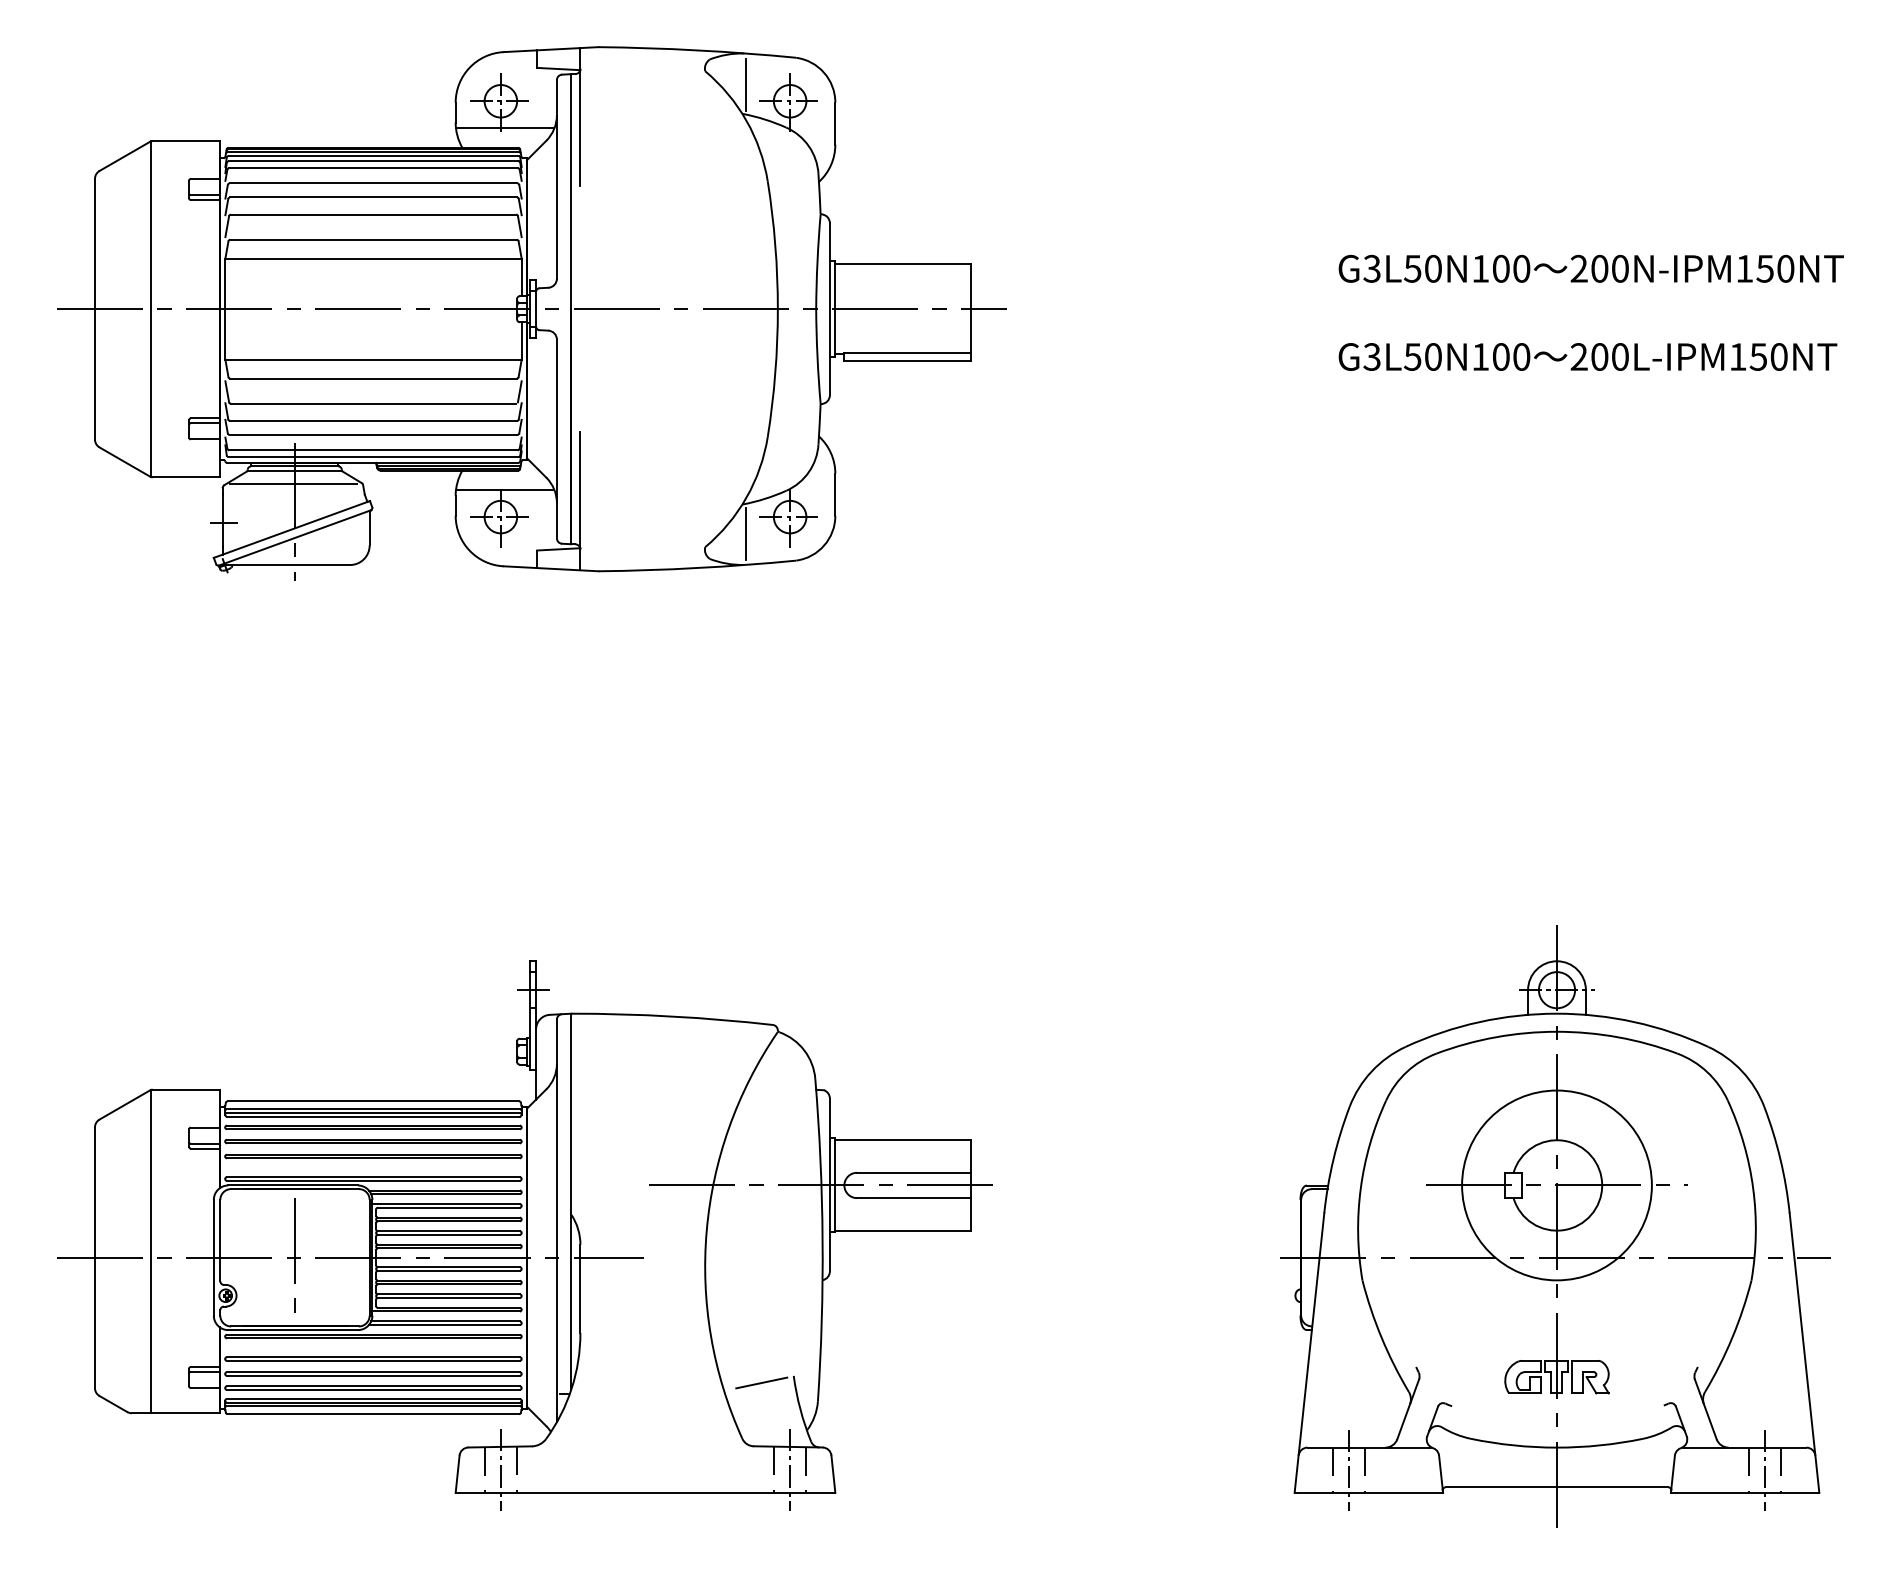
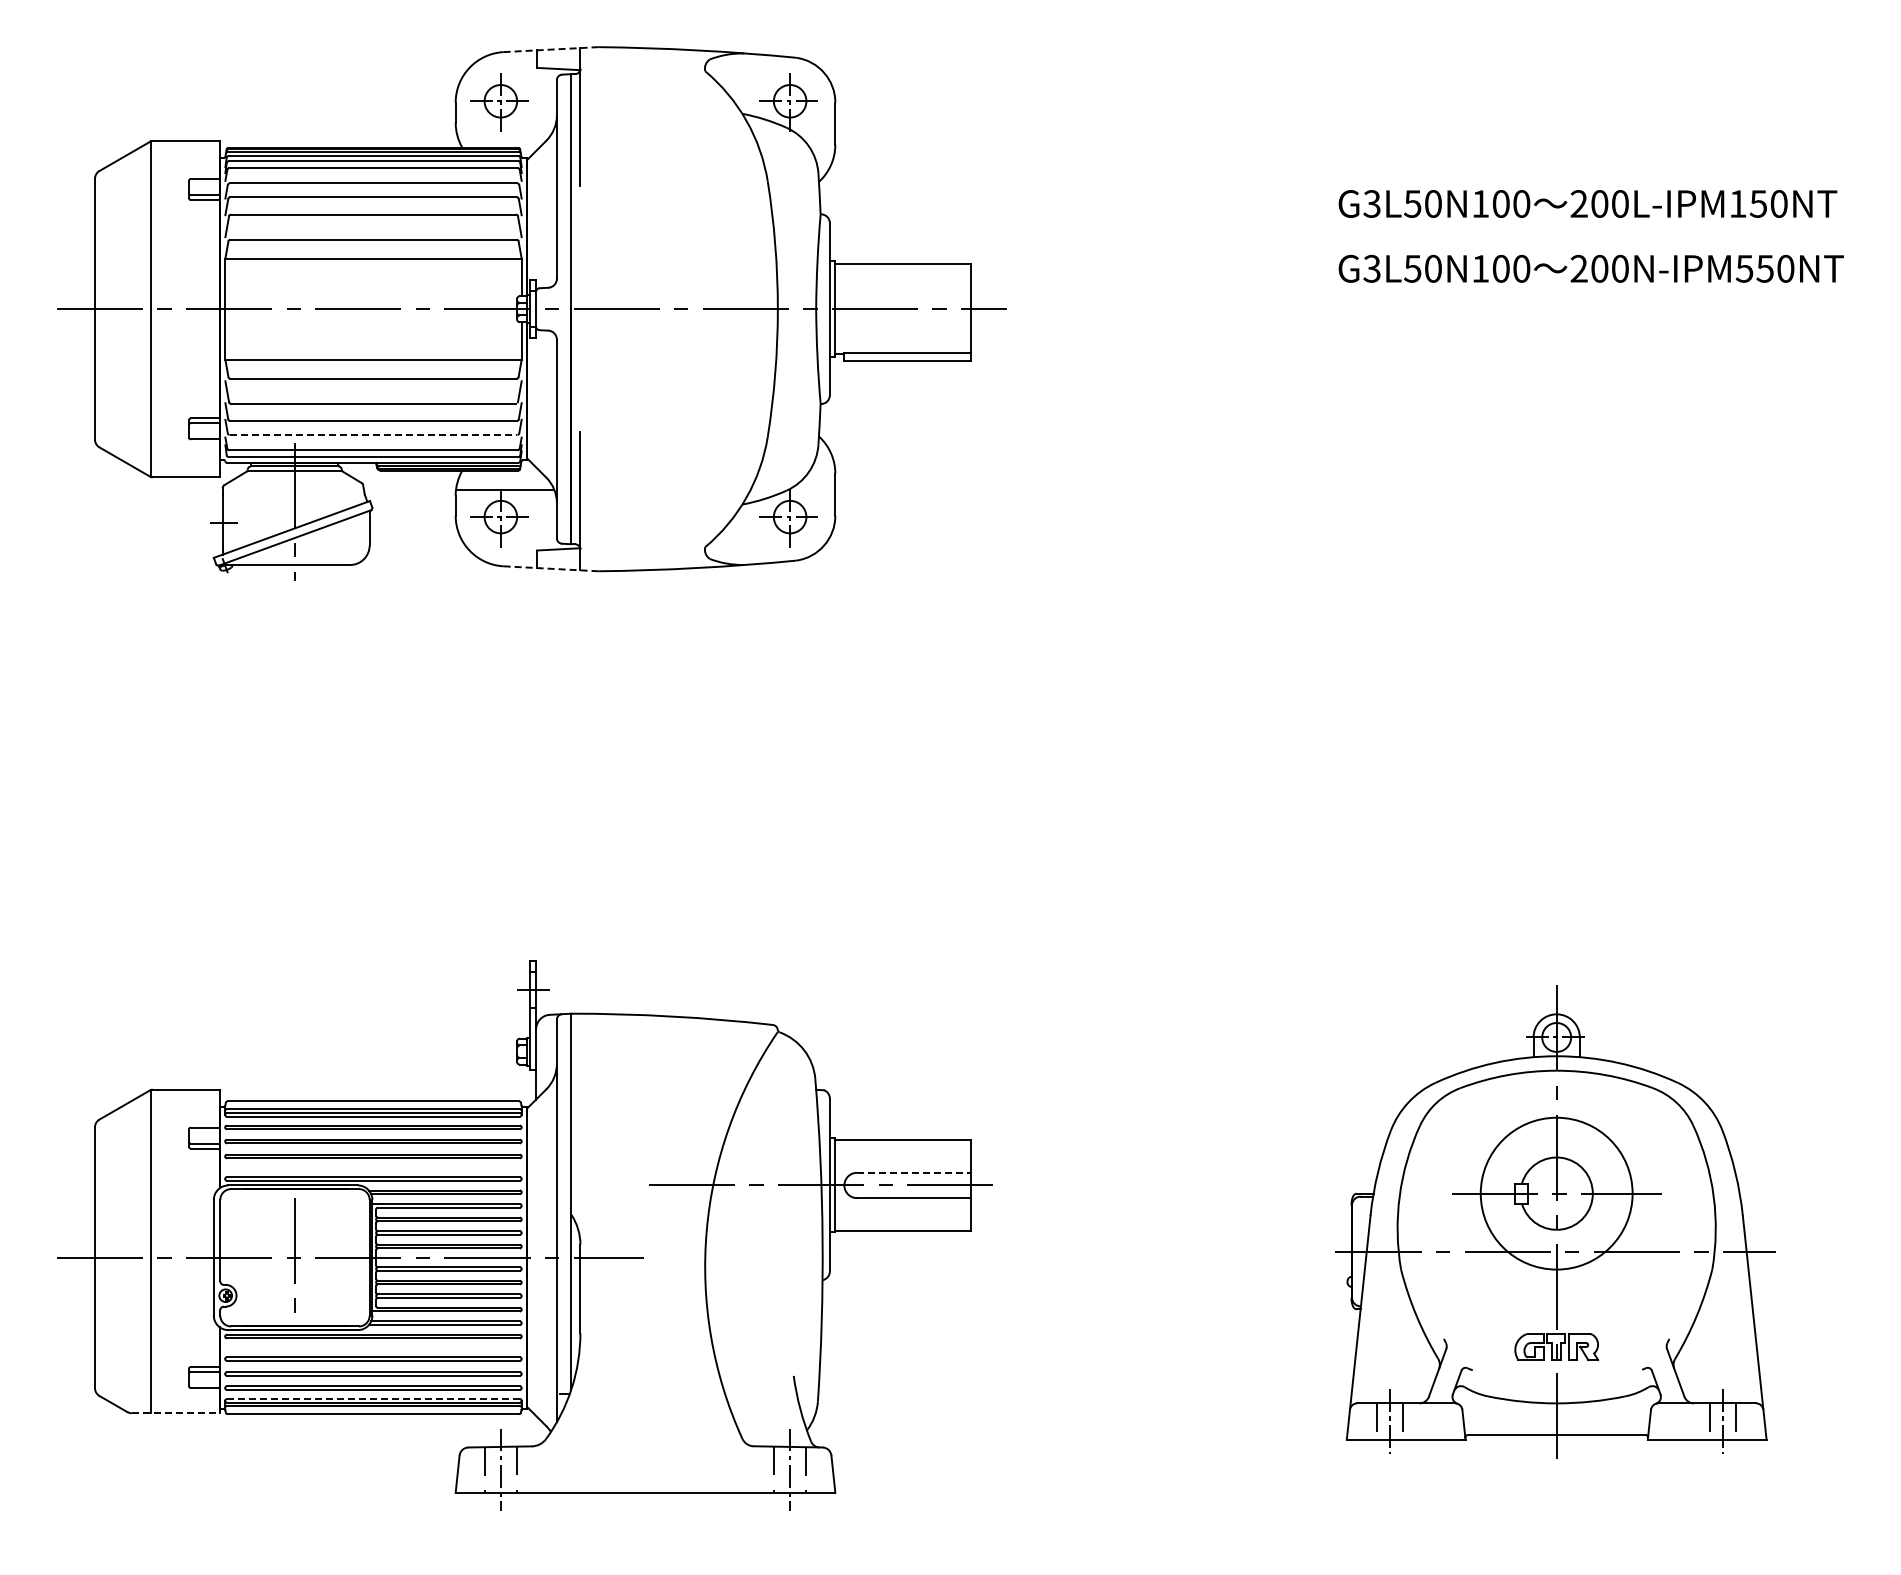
line at (551, 49): solid -> dashed
line at (745, 84): present -> none
line at (505, 128): present -> none
text at (1744, 268): 200N-IPM150NT -> 200N-IPM550NT
text at (1587, 356) position: (1587, 356) -> (1587, 203)
line at (373, 434): solid -> dashed
line at (292, 483): present -> none
line at (745, 533): present -> none
line at (551, 568): solid -> dashed
line at (913, 1172): solid -> dashed
part at (1555, 1226) size: 551x603 px -> 441x474 px
line at (761, 1382): present -> none
line at (372, 1398): solid -> dashed
line at (175, 1413): solid -> dashed
